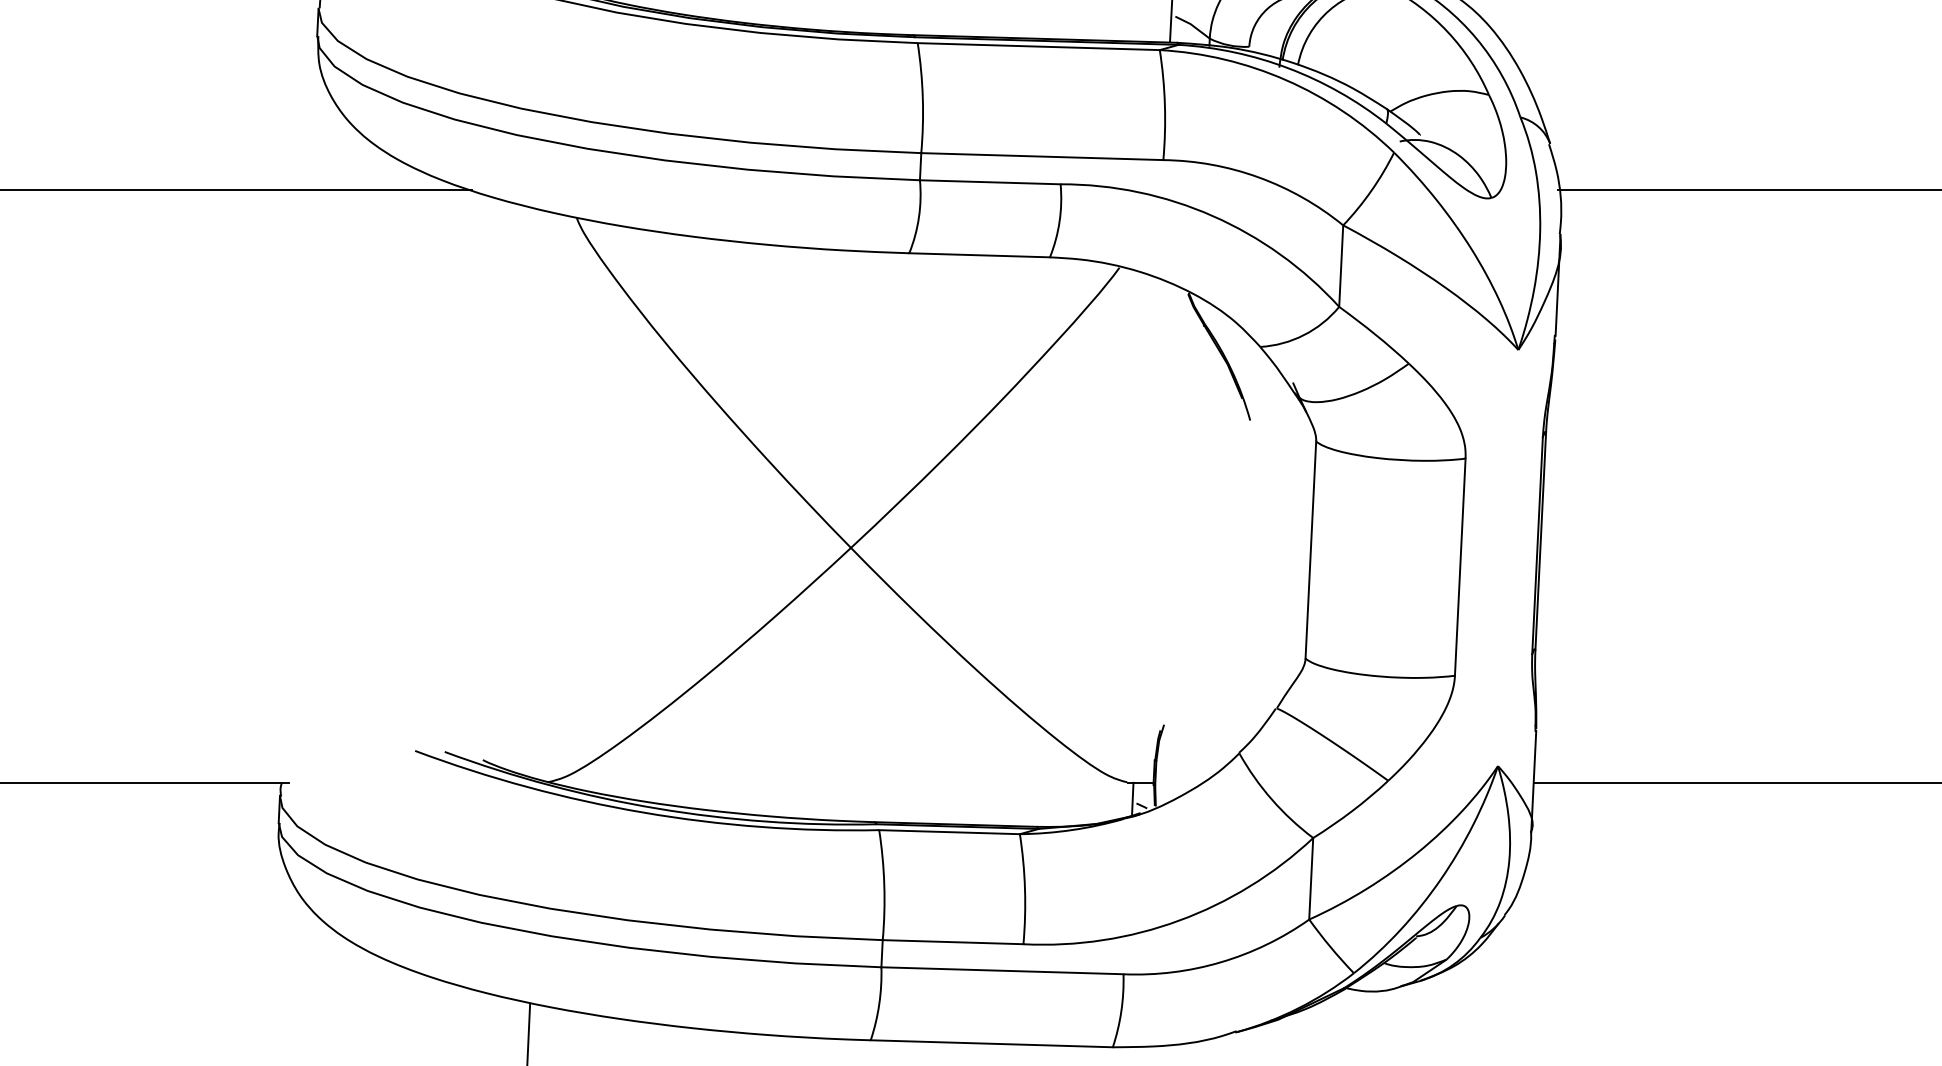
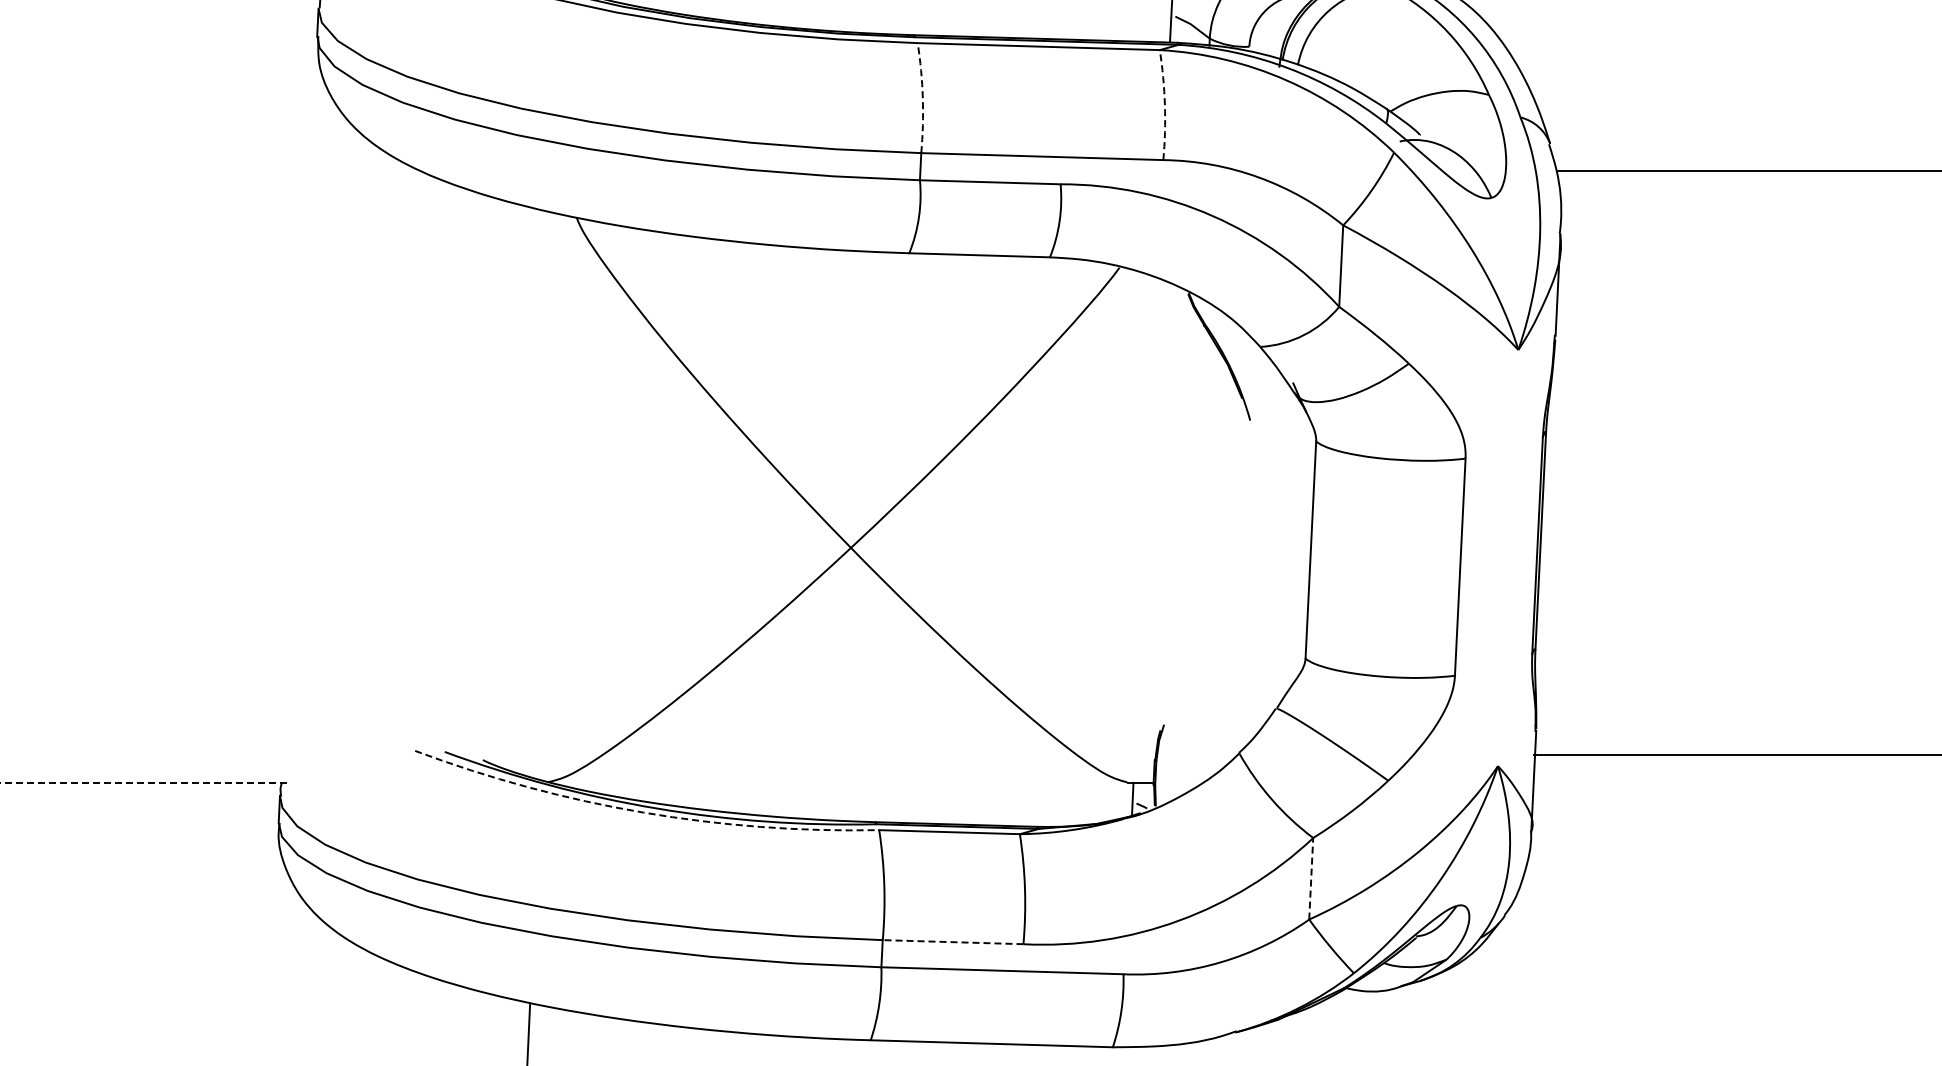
arc at (922, 98): solid -> dashed
arc at (1164, 105): solid -> dashed
line at (236, 190): present -> none
line at (1748, 190) position: (1748, 190) -> (1748, 171)
line at (144, 782): solid -> dashed
line at (1735, 782) position: (1735, 782) -> (1735, 754)
arc at (643, 812): solid -> dashed
line at (1311, 878): solid -> dashed
line at (952, 942): solid -> dashed
